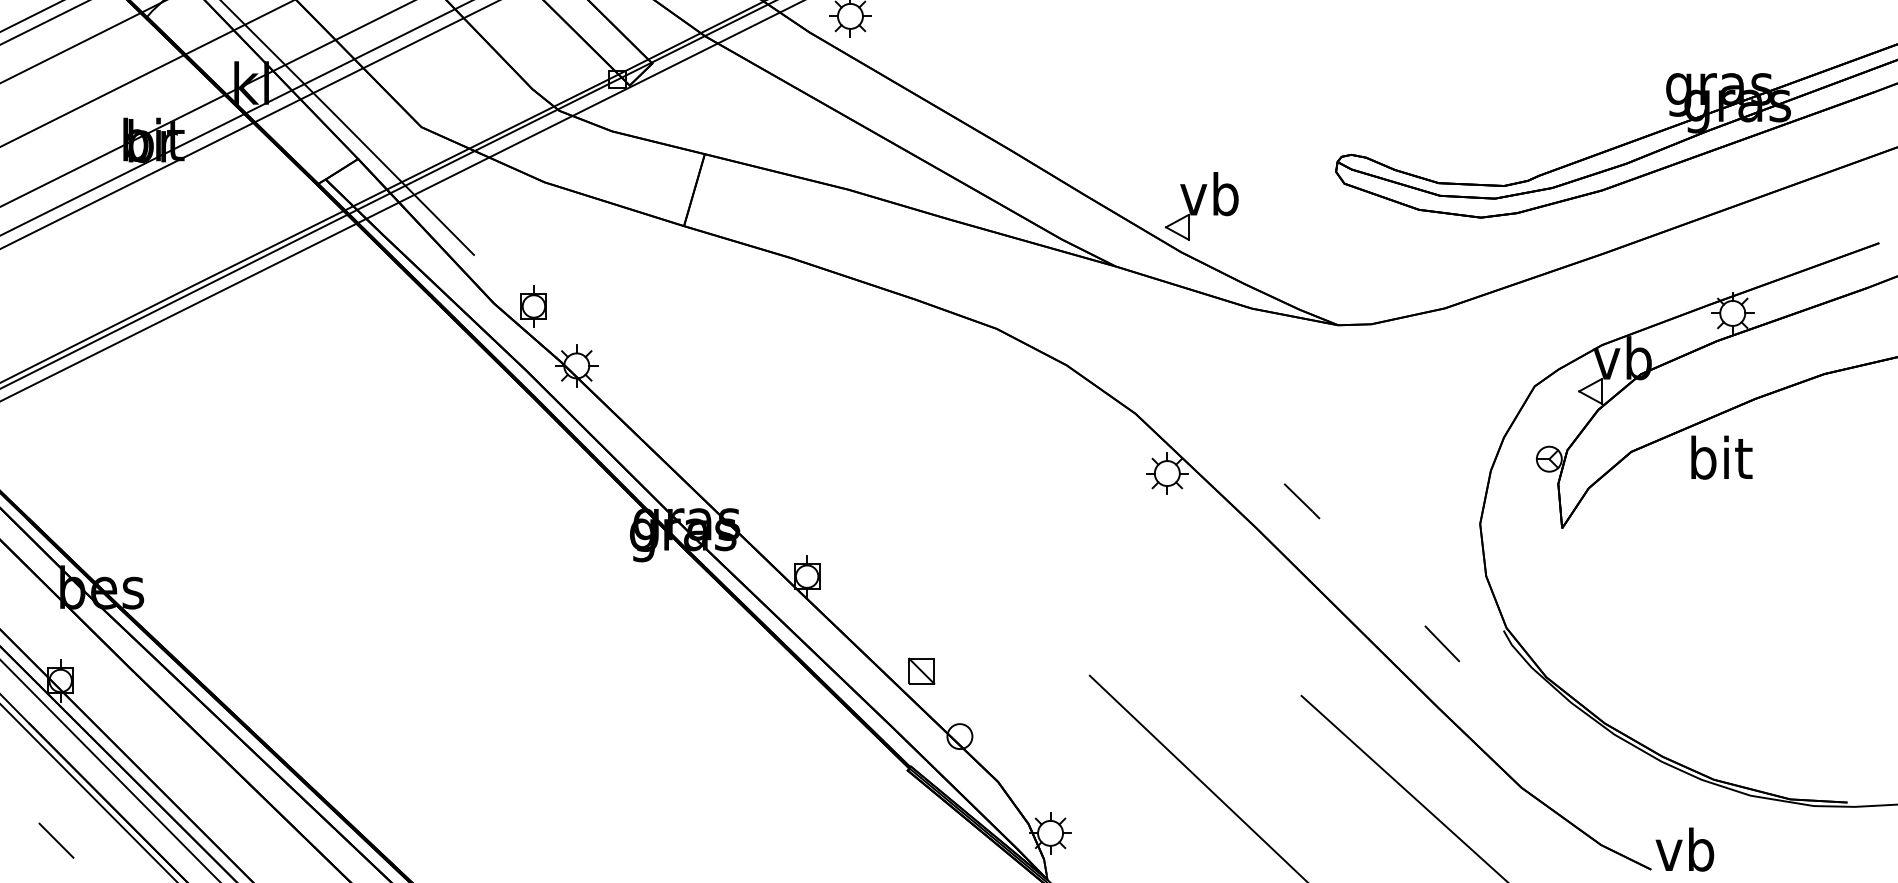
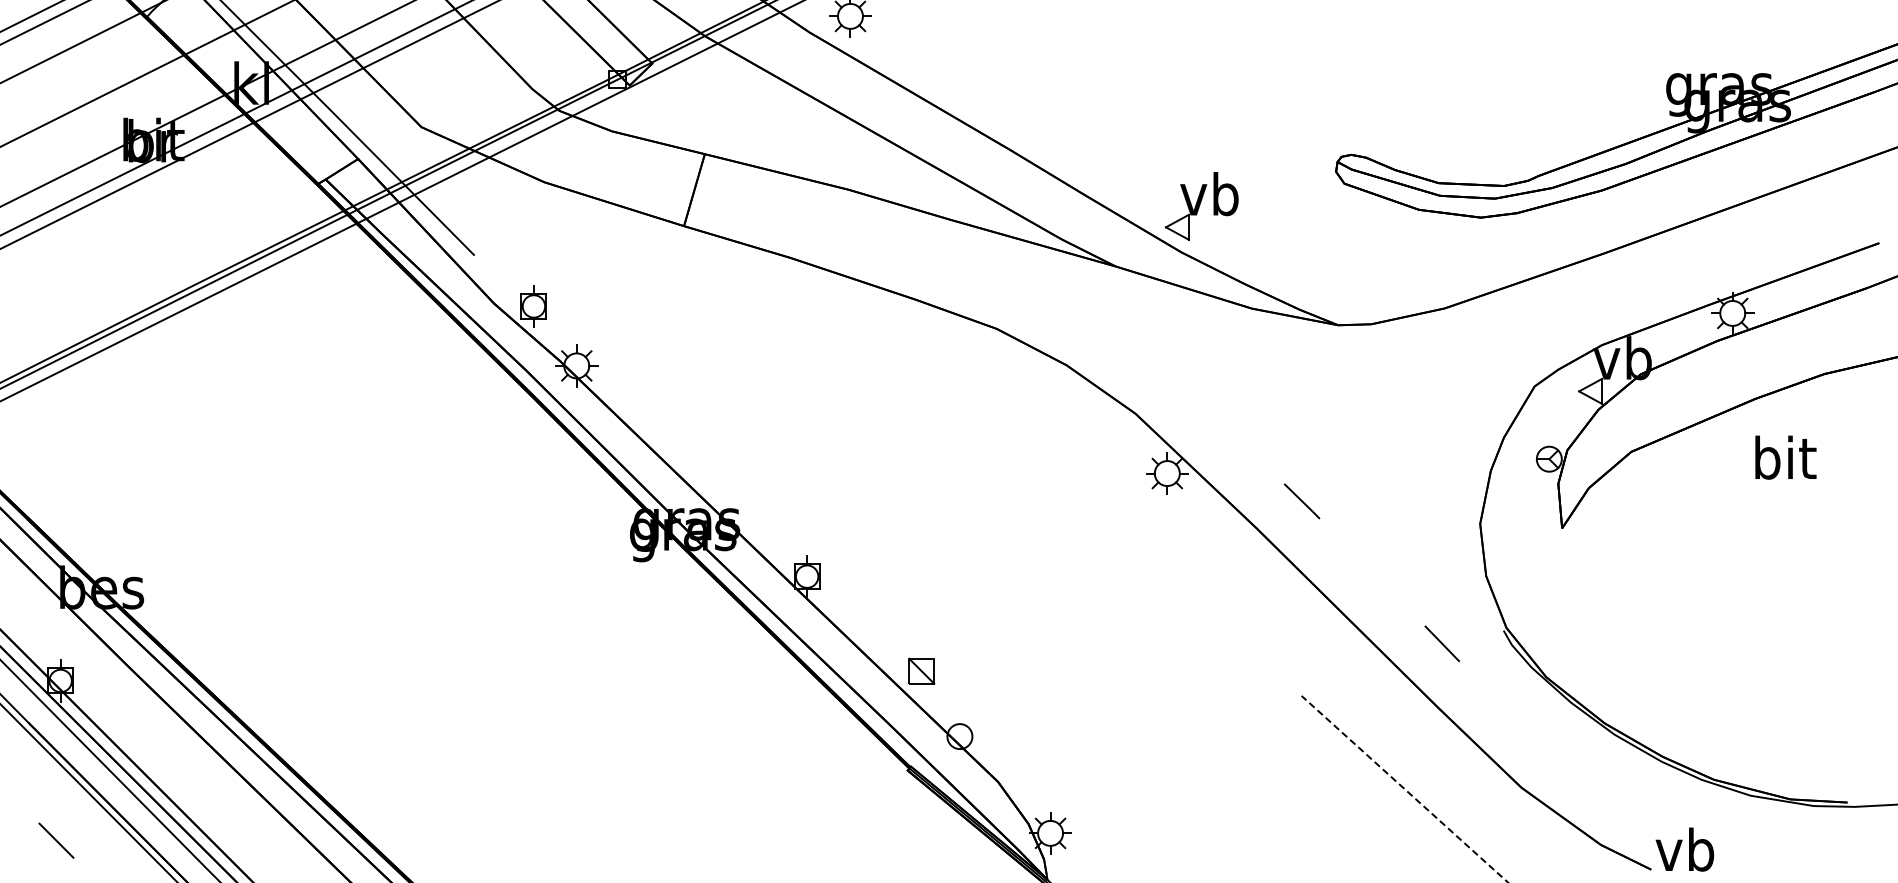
text at (1721, 457) position: (1721, 457) -> (1785, 457)
line at (1196, 777): present -> none
line at (1404, 789): solid -> dashed
